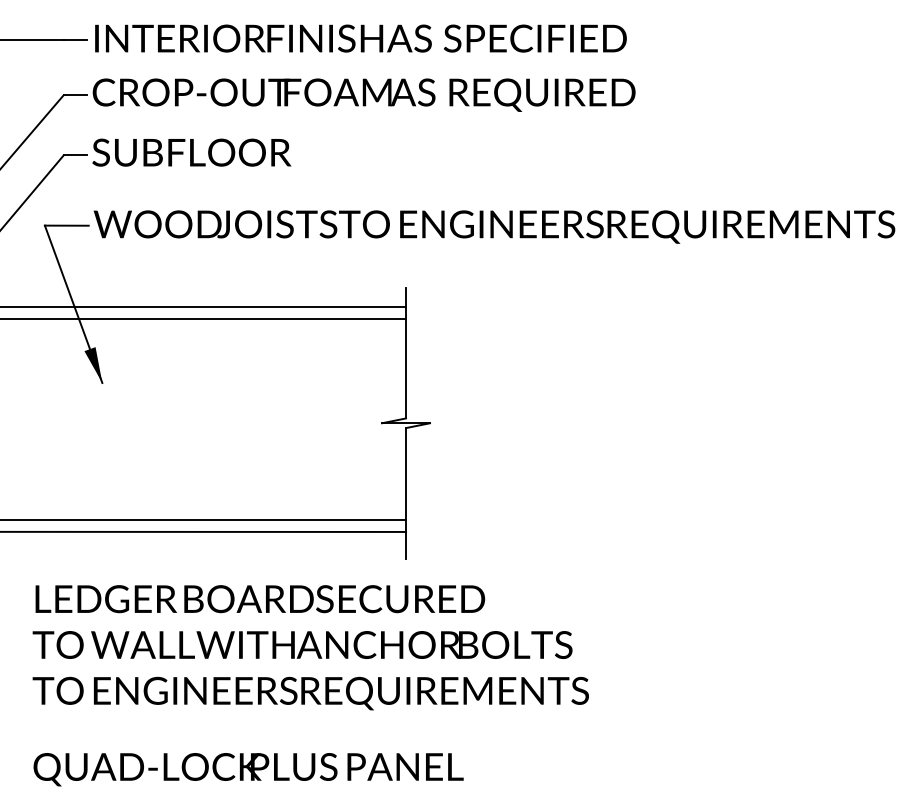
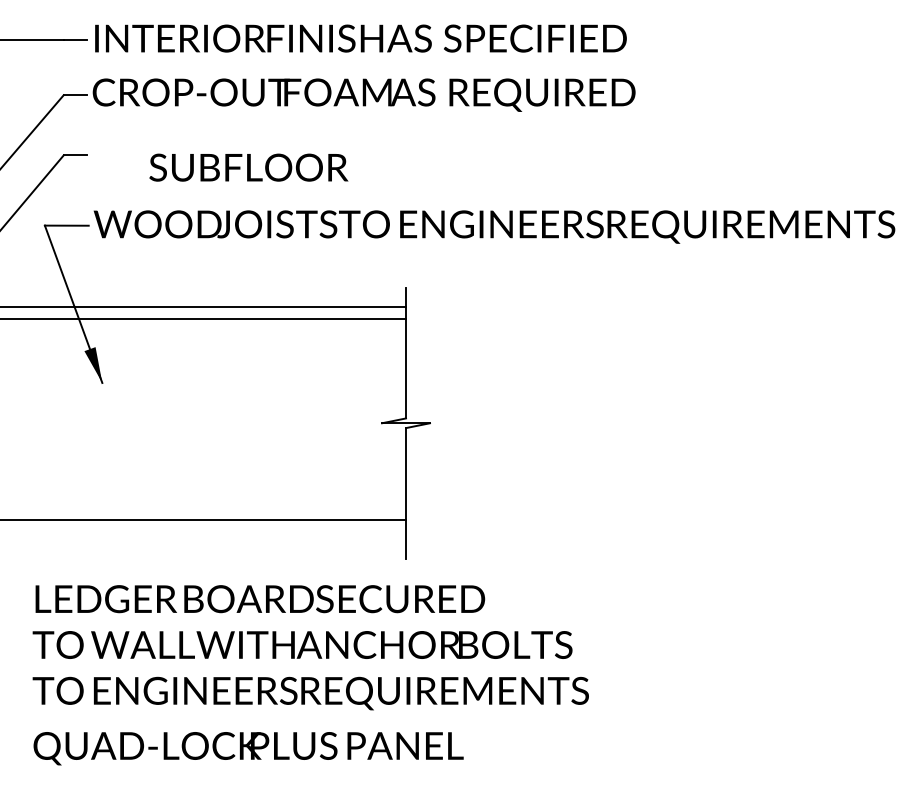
text at (191, 152) position: (191, 152) -> (248, 167)
line at (204, 531): present -> none
text at (248, 769) position: (248, 769) -> (248, 748)
